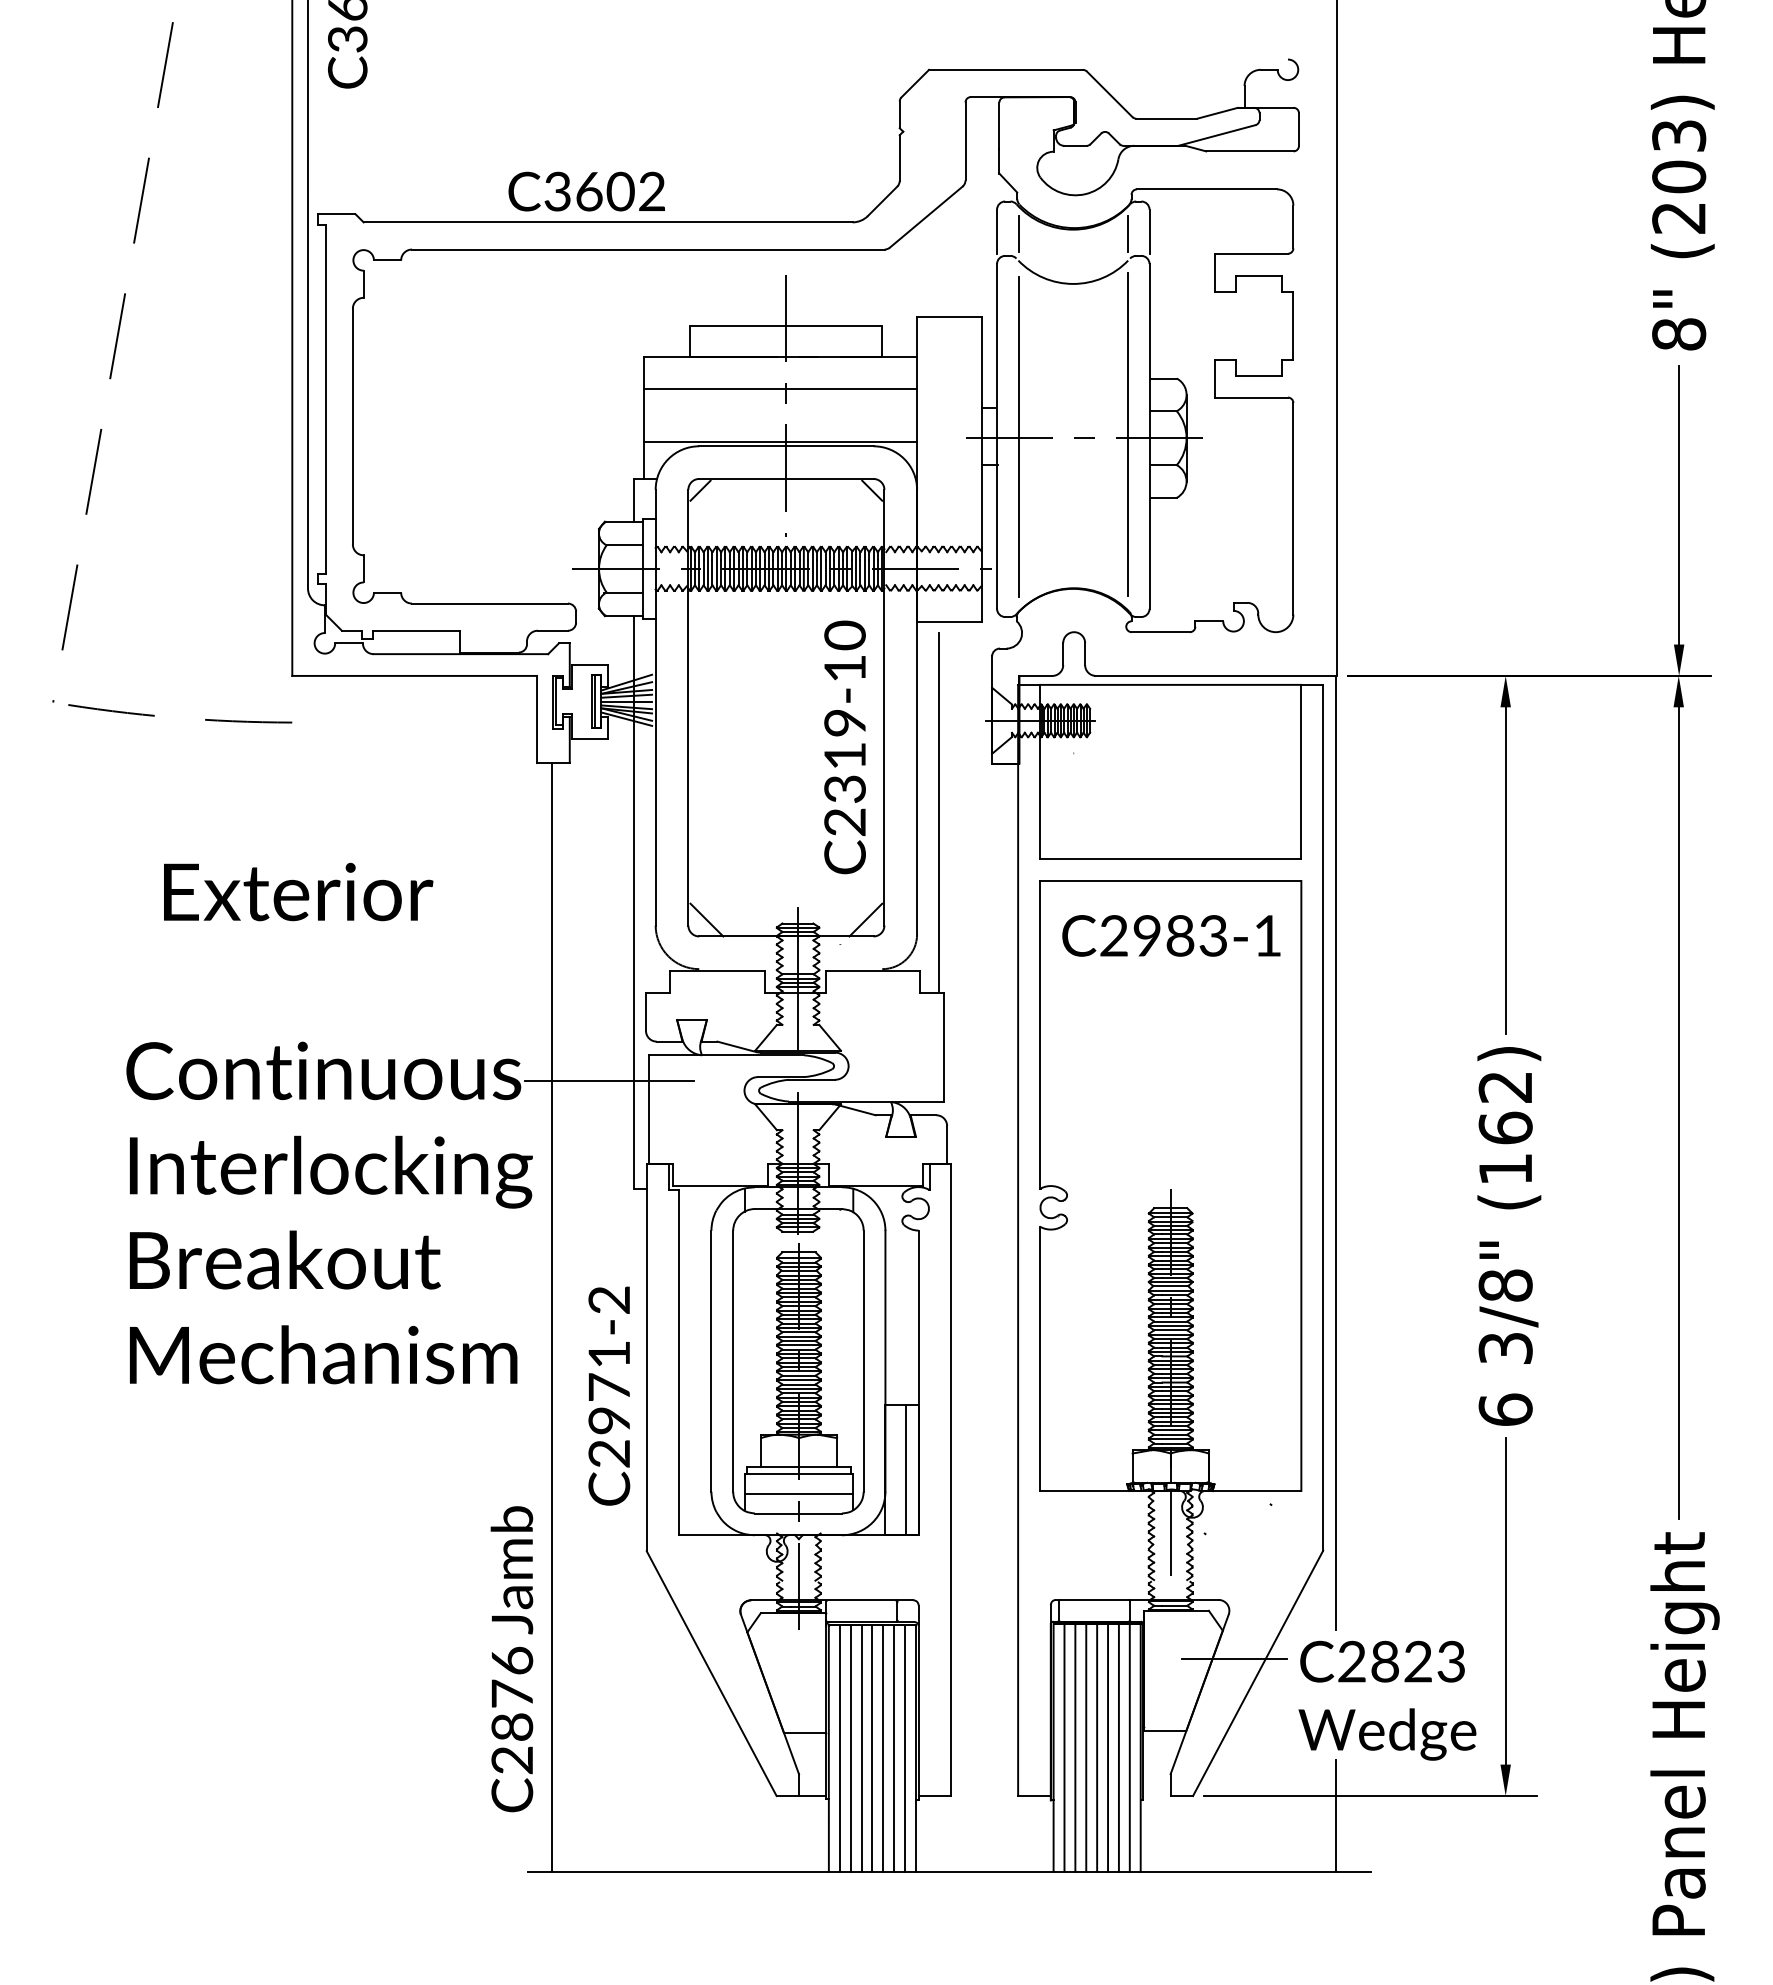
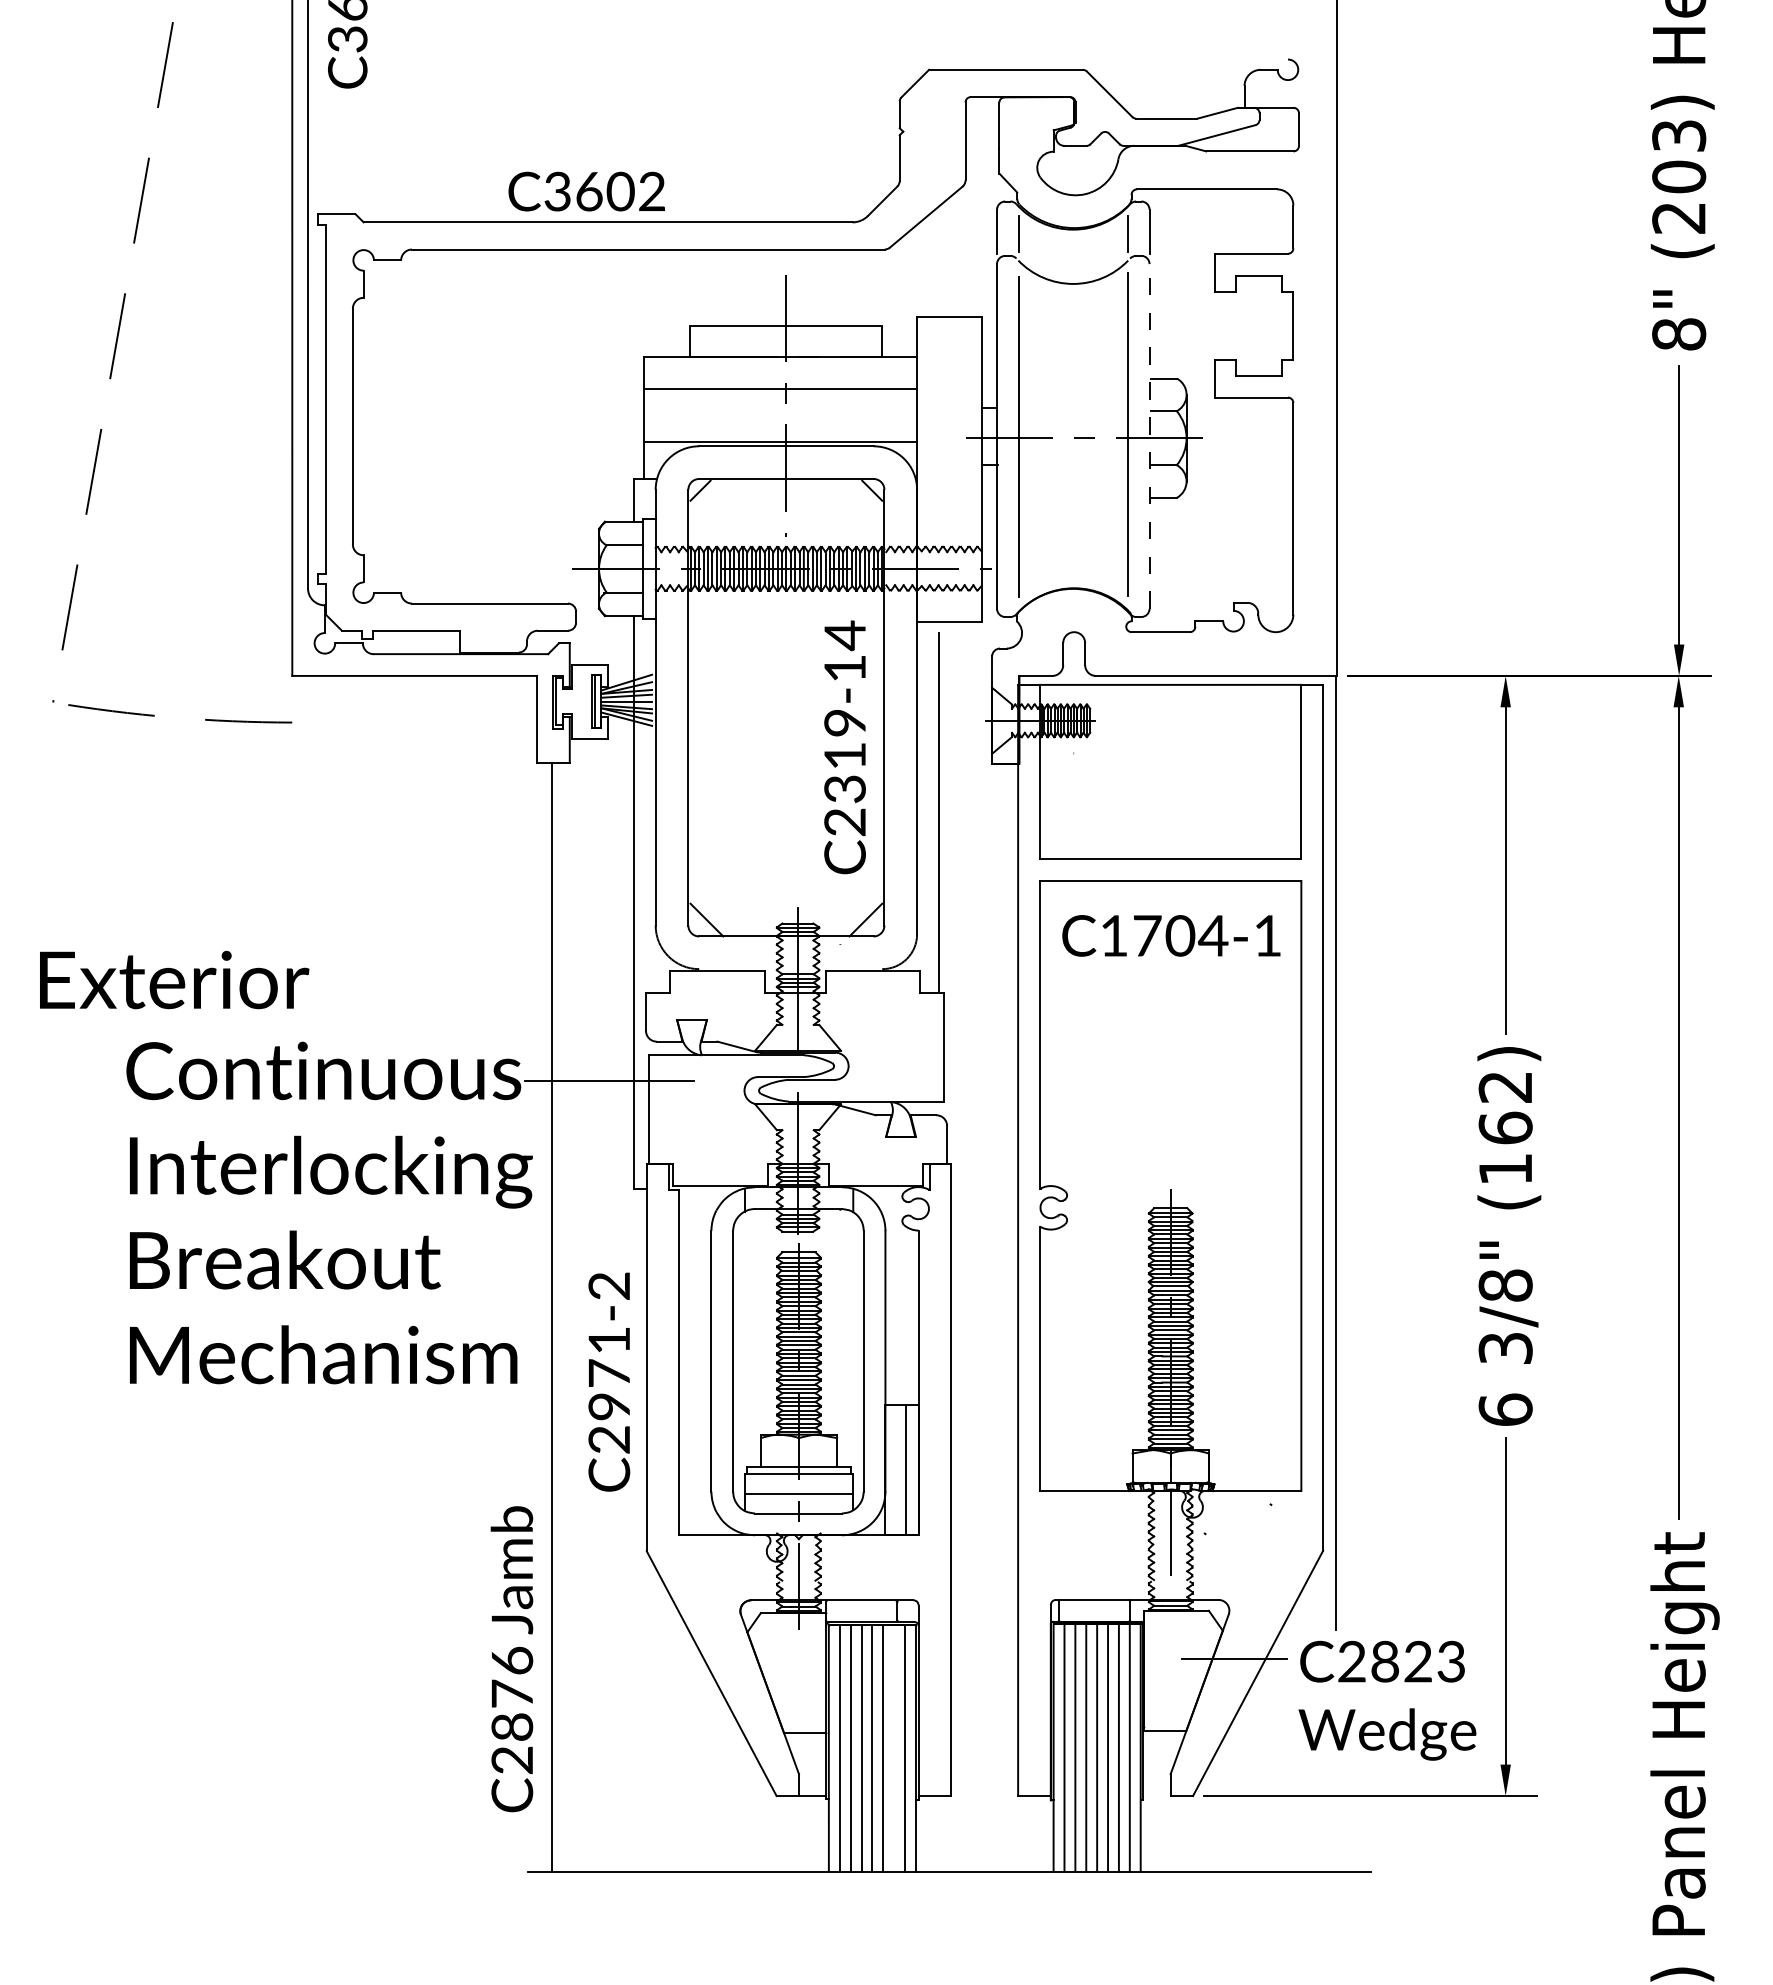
line at (1149, 435): solid -> dashed
text at (844, 635): C2319-10 -> C2319-14
text at (298, 891) position: (298, 891) -> (174, 979)
text at (1164, 935): C2983-1 -> C1704-1
text at (609, 1395) position: (609, 1395) -> (609, 1381)
line at (894, 1747): present -> none
line at (1335, 1815): present -> none
